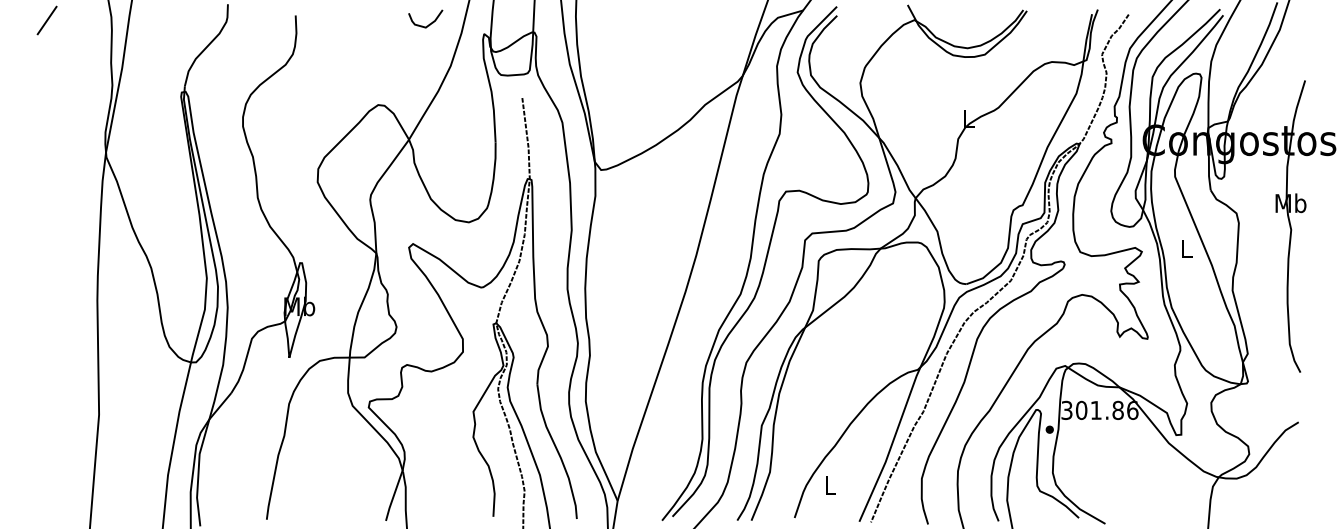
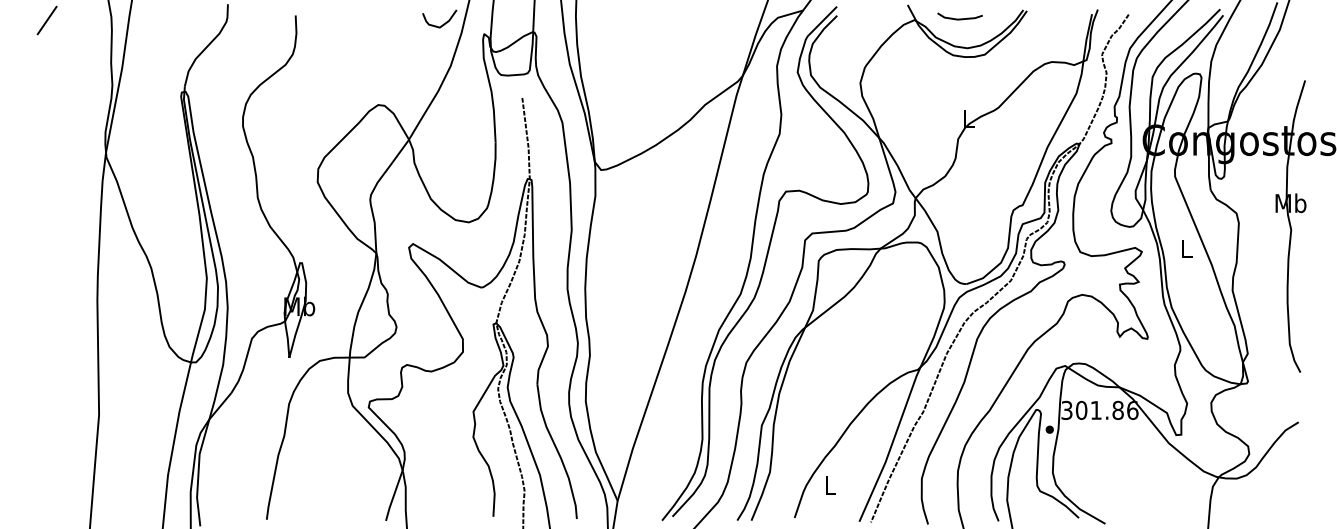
line at (959, 18): none -> present
curve at (429, 23) position: (429, 23) -> (443, 23)
